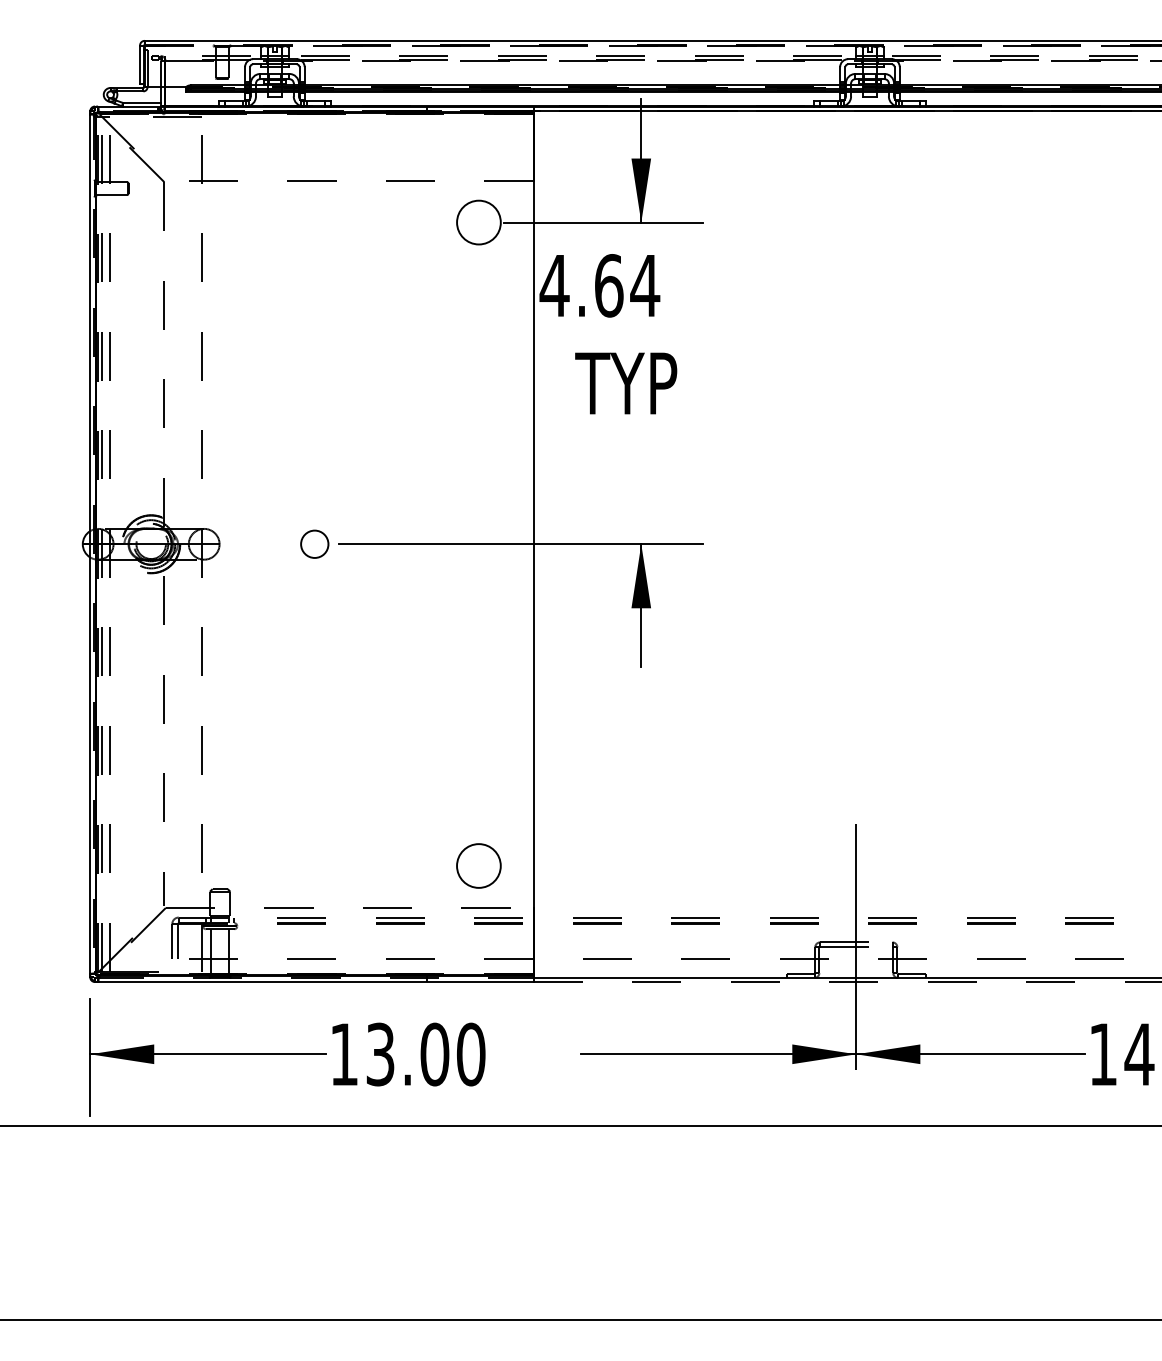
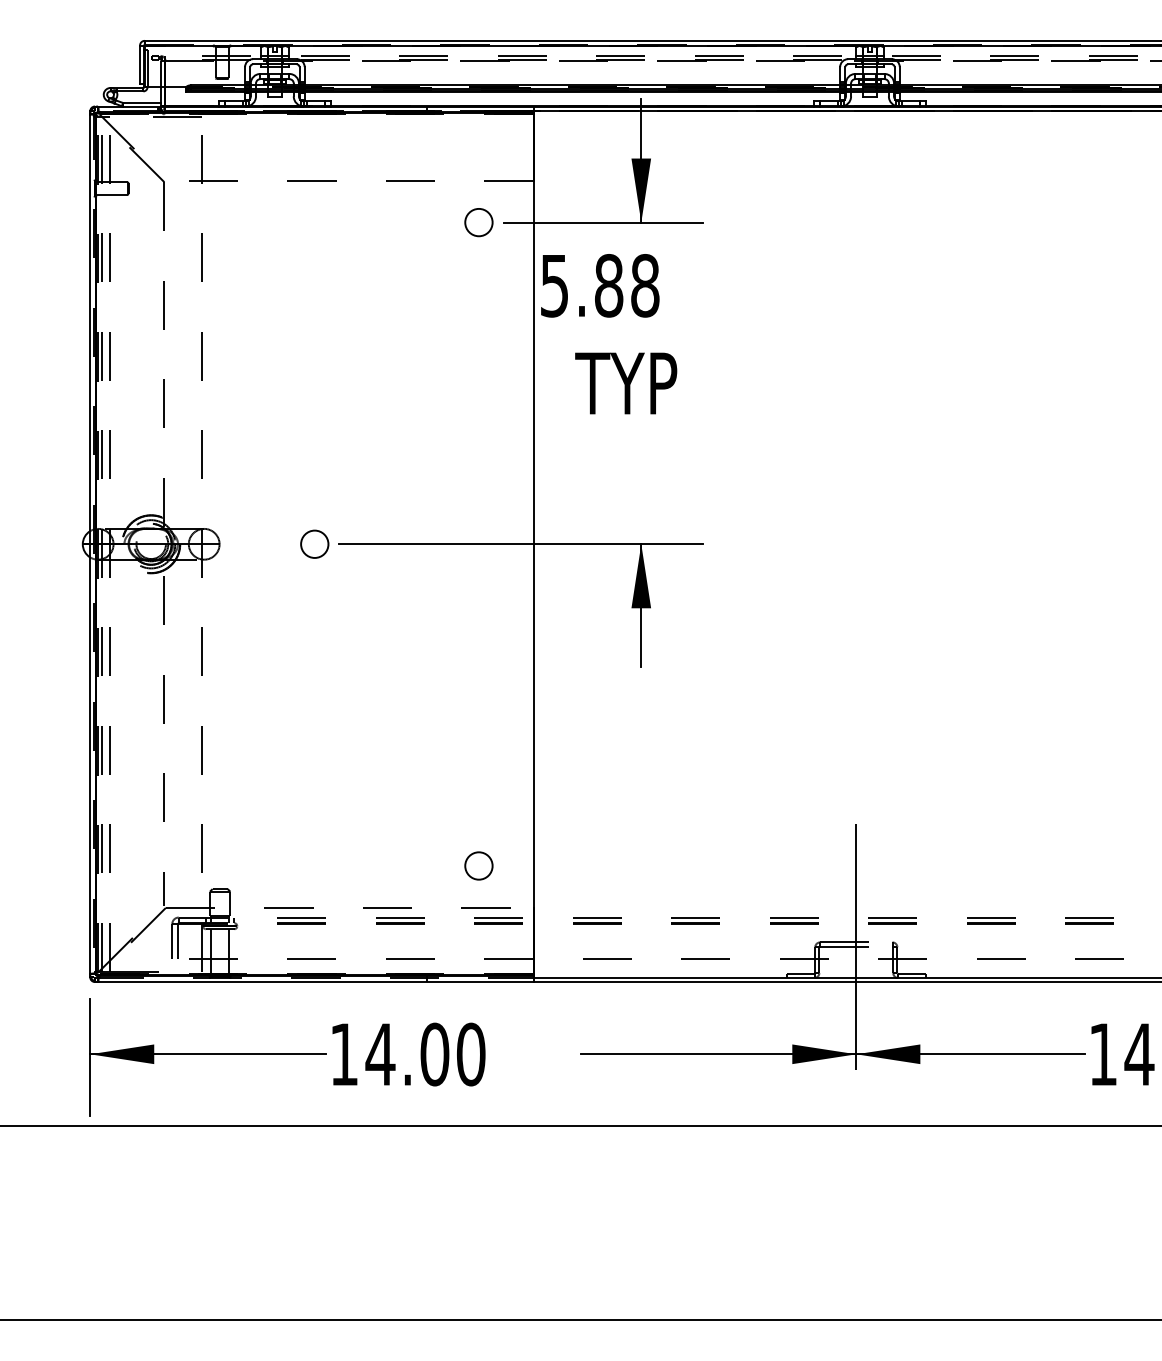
line at (653, 45): dashed -> solid
circle at (478, 222) diameter: 44 px -> 27 px
text at (599, 285): 4.64 -> 5.88
circle at (478, 865) size: 46x46 px -> 30x30 px
line at (847, 982): dashed -> solid
text at (380, 1054): 13.00 -> 14.00
